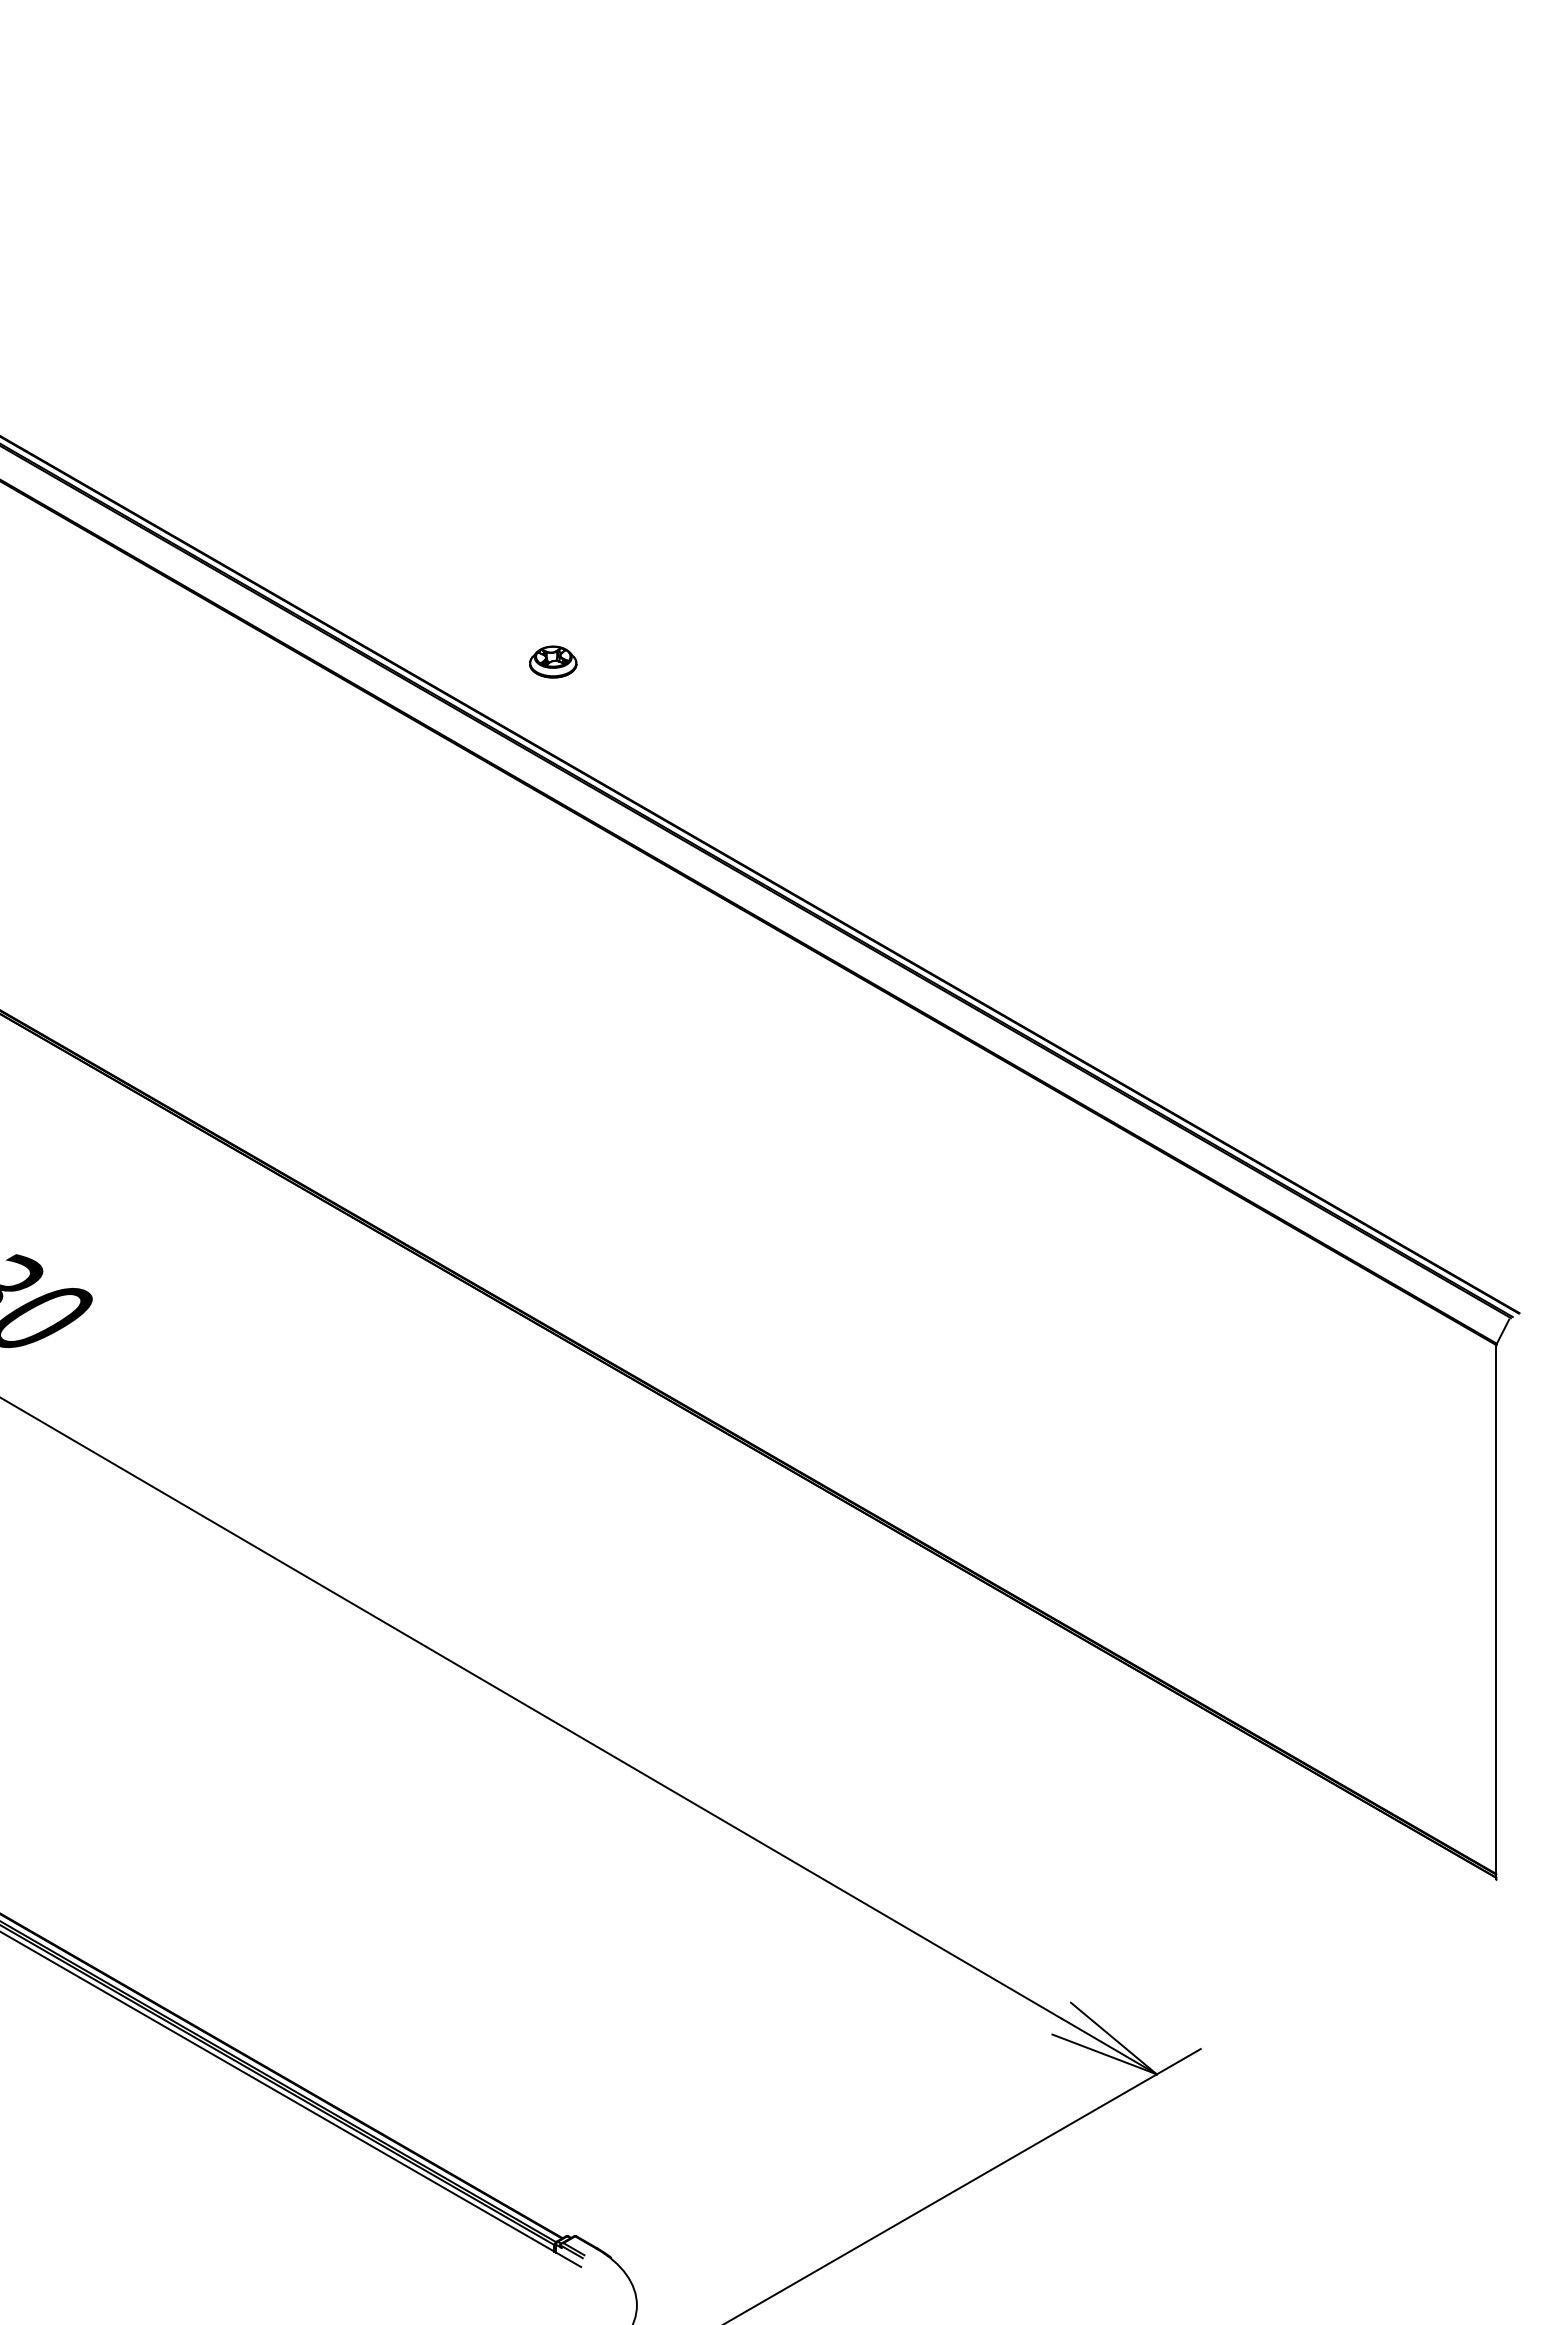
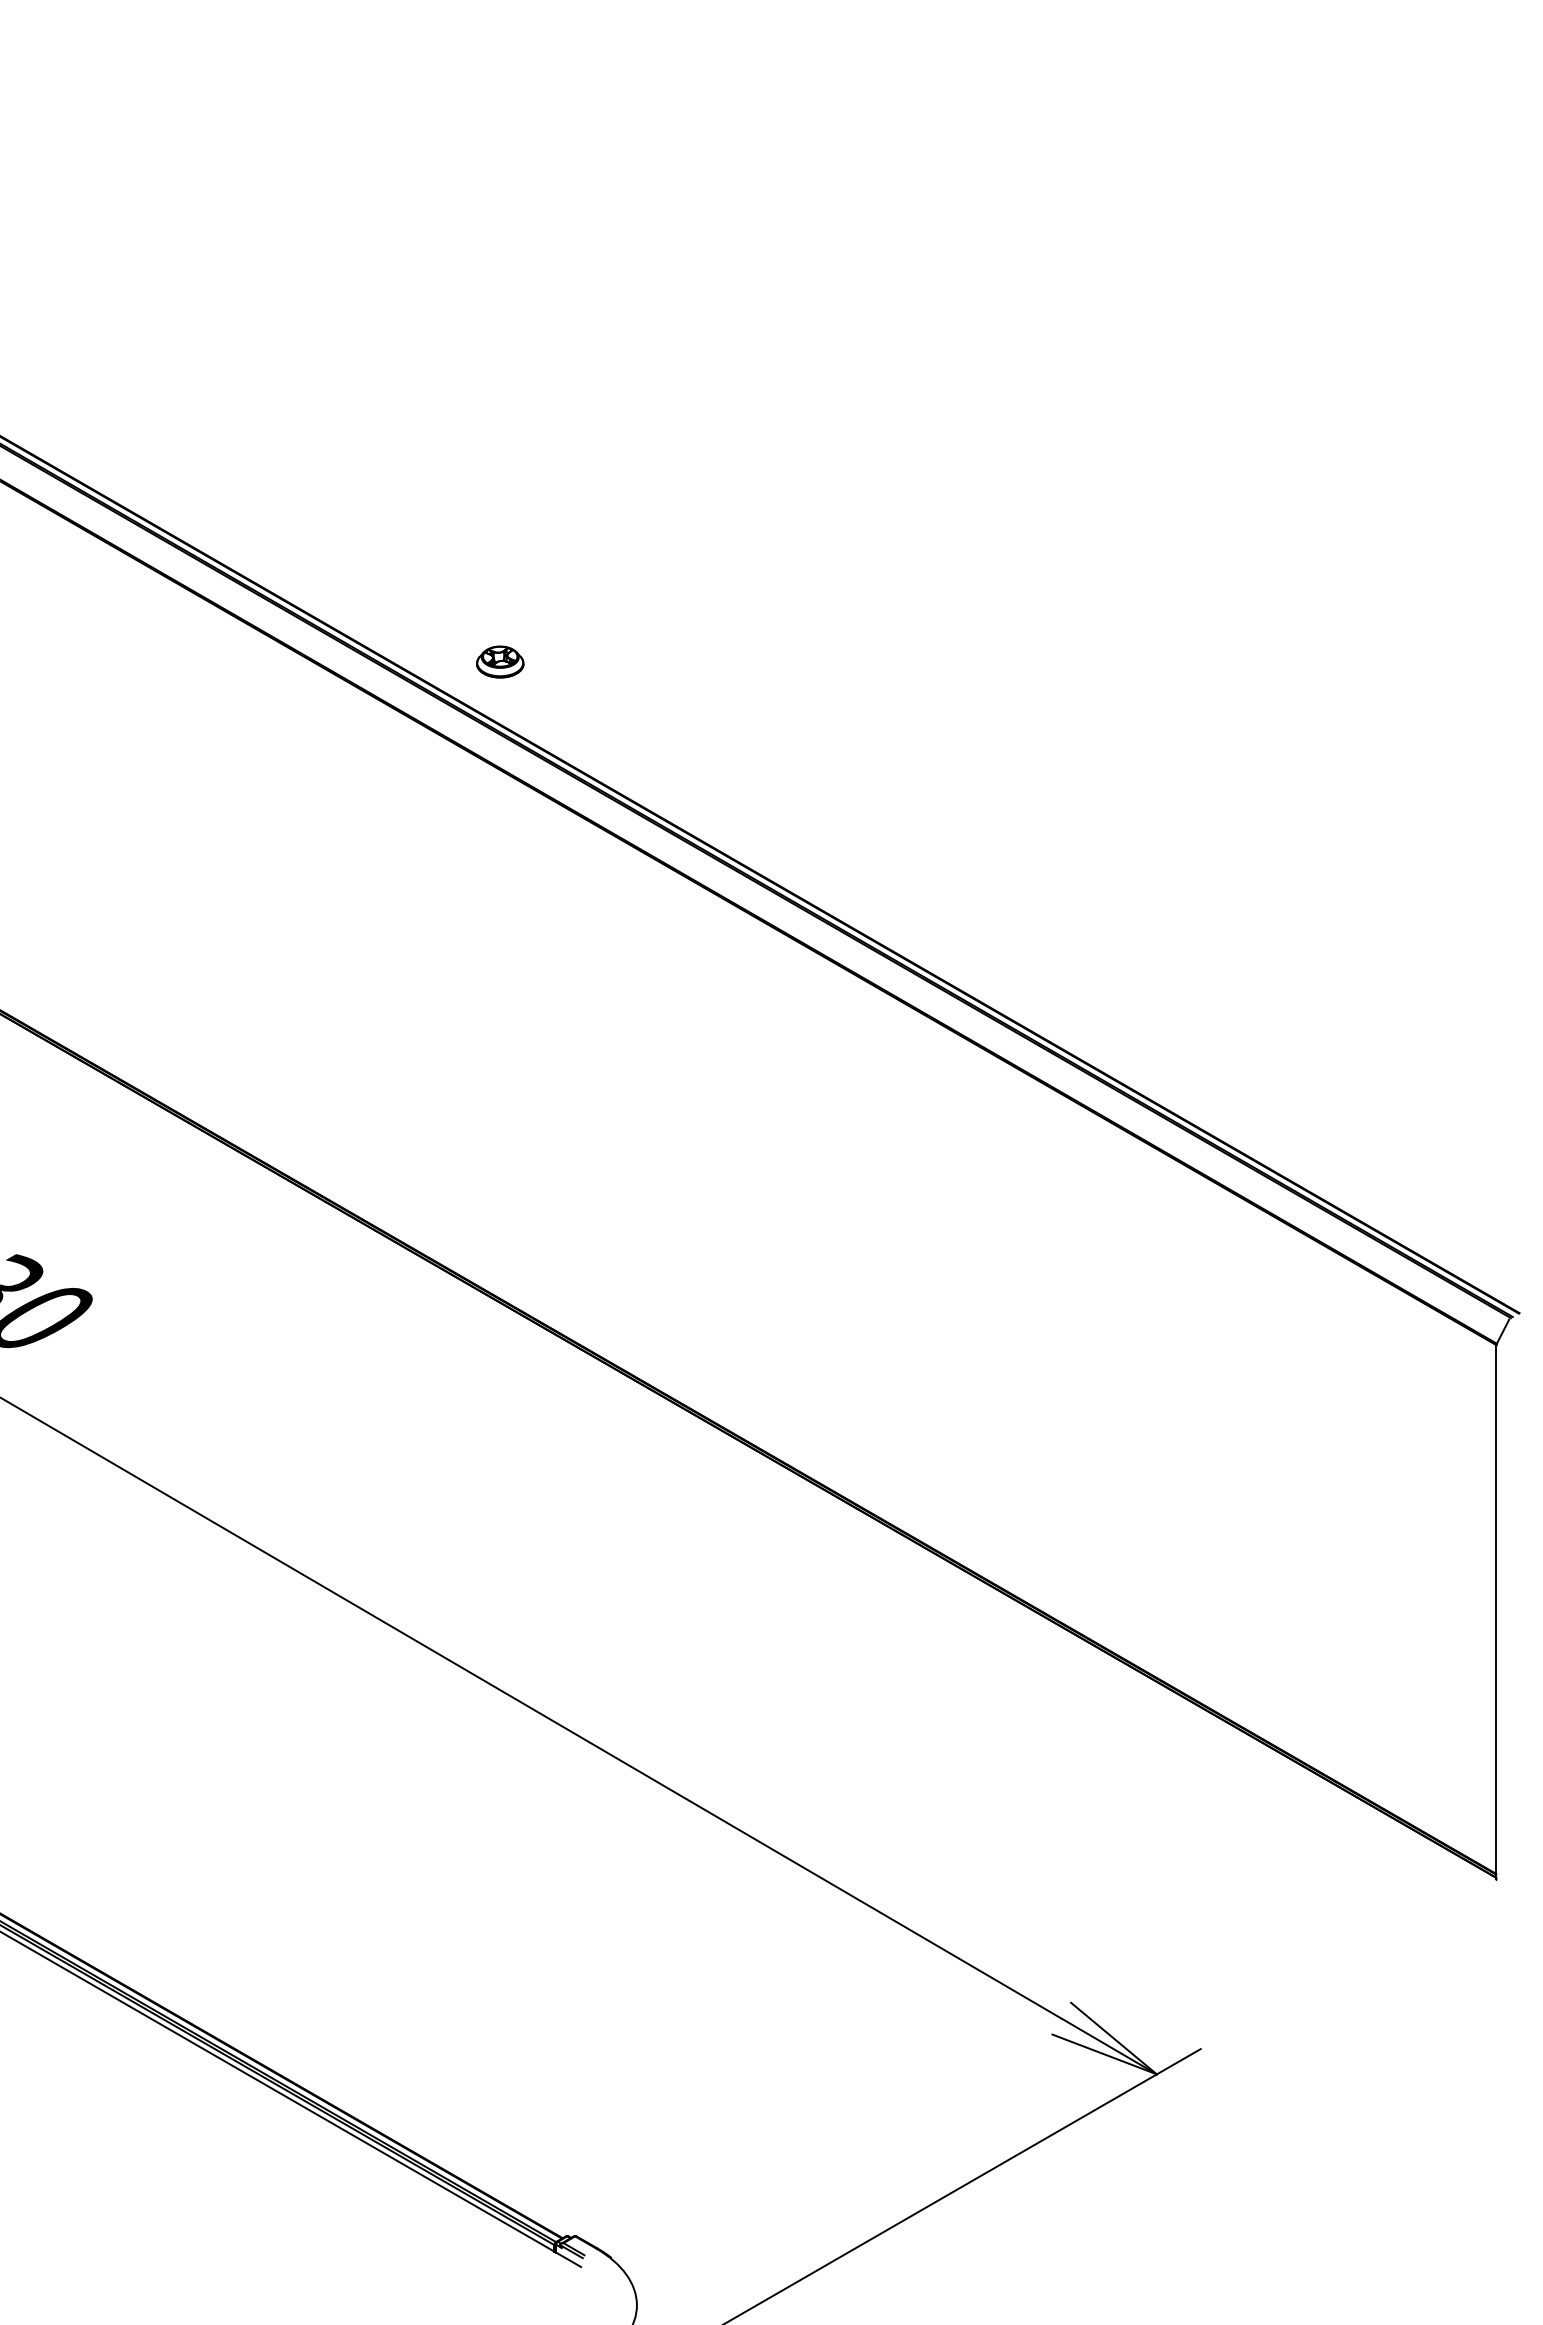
part at (553, 661) position: (553, 661) -> (500, 661)
